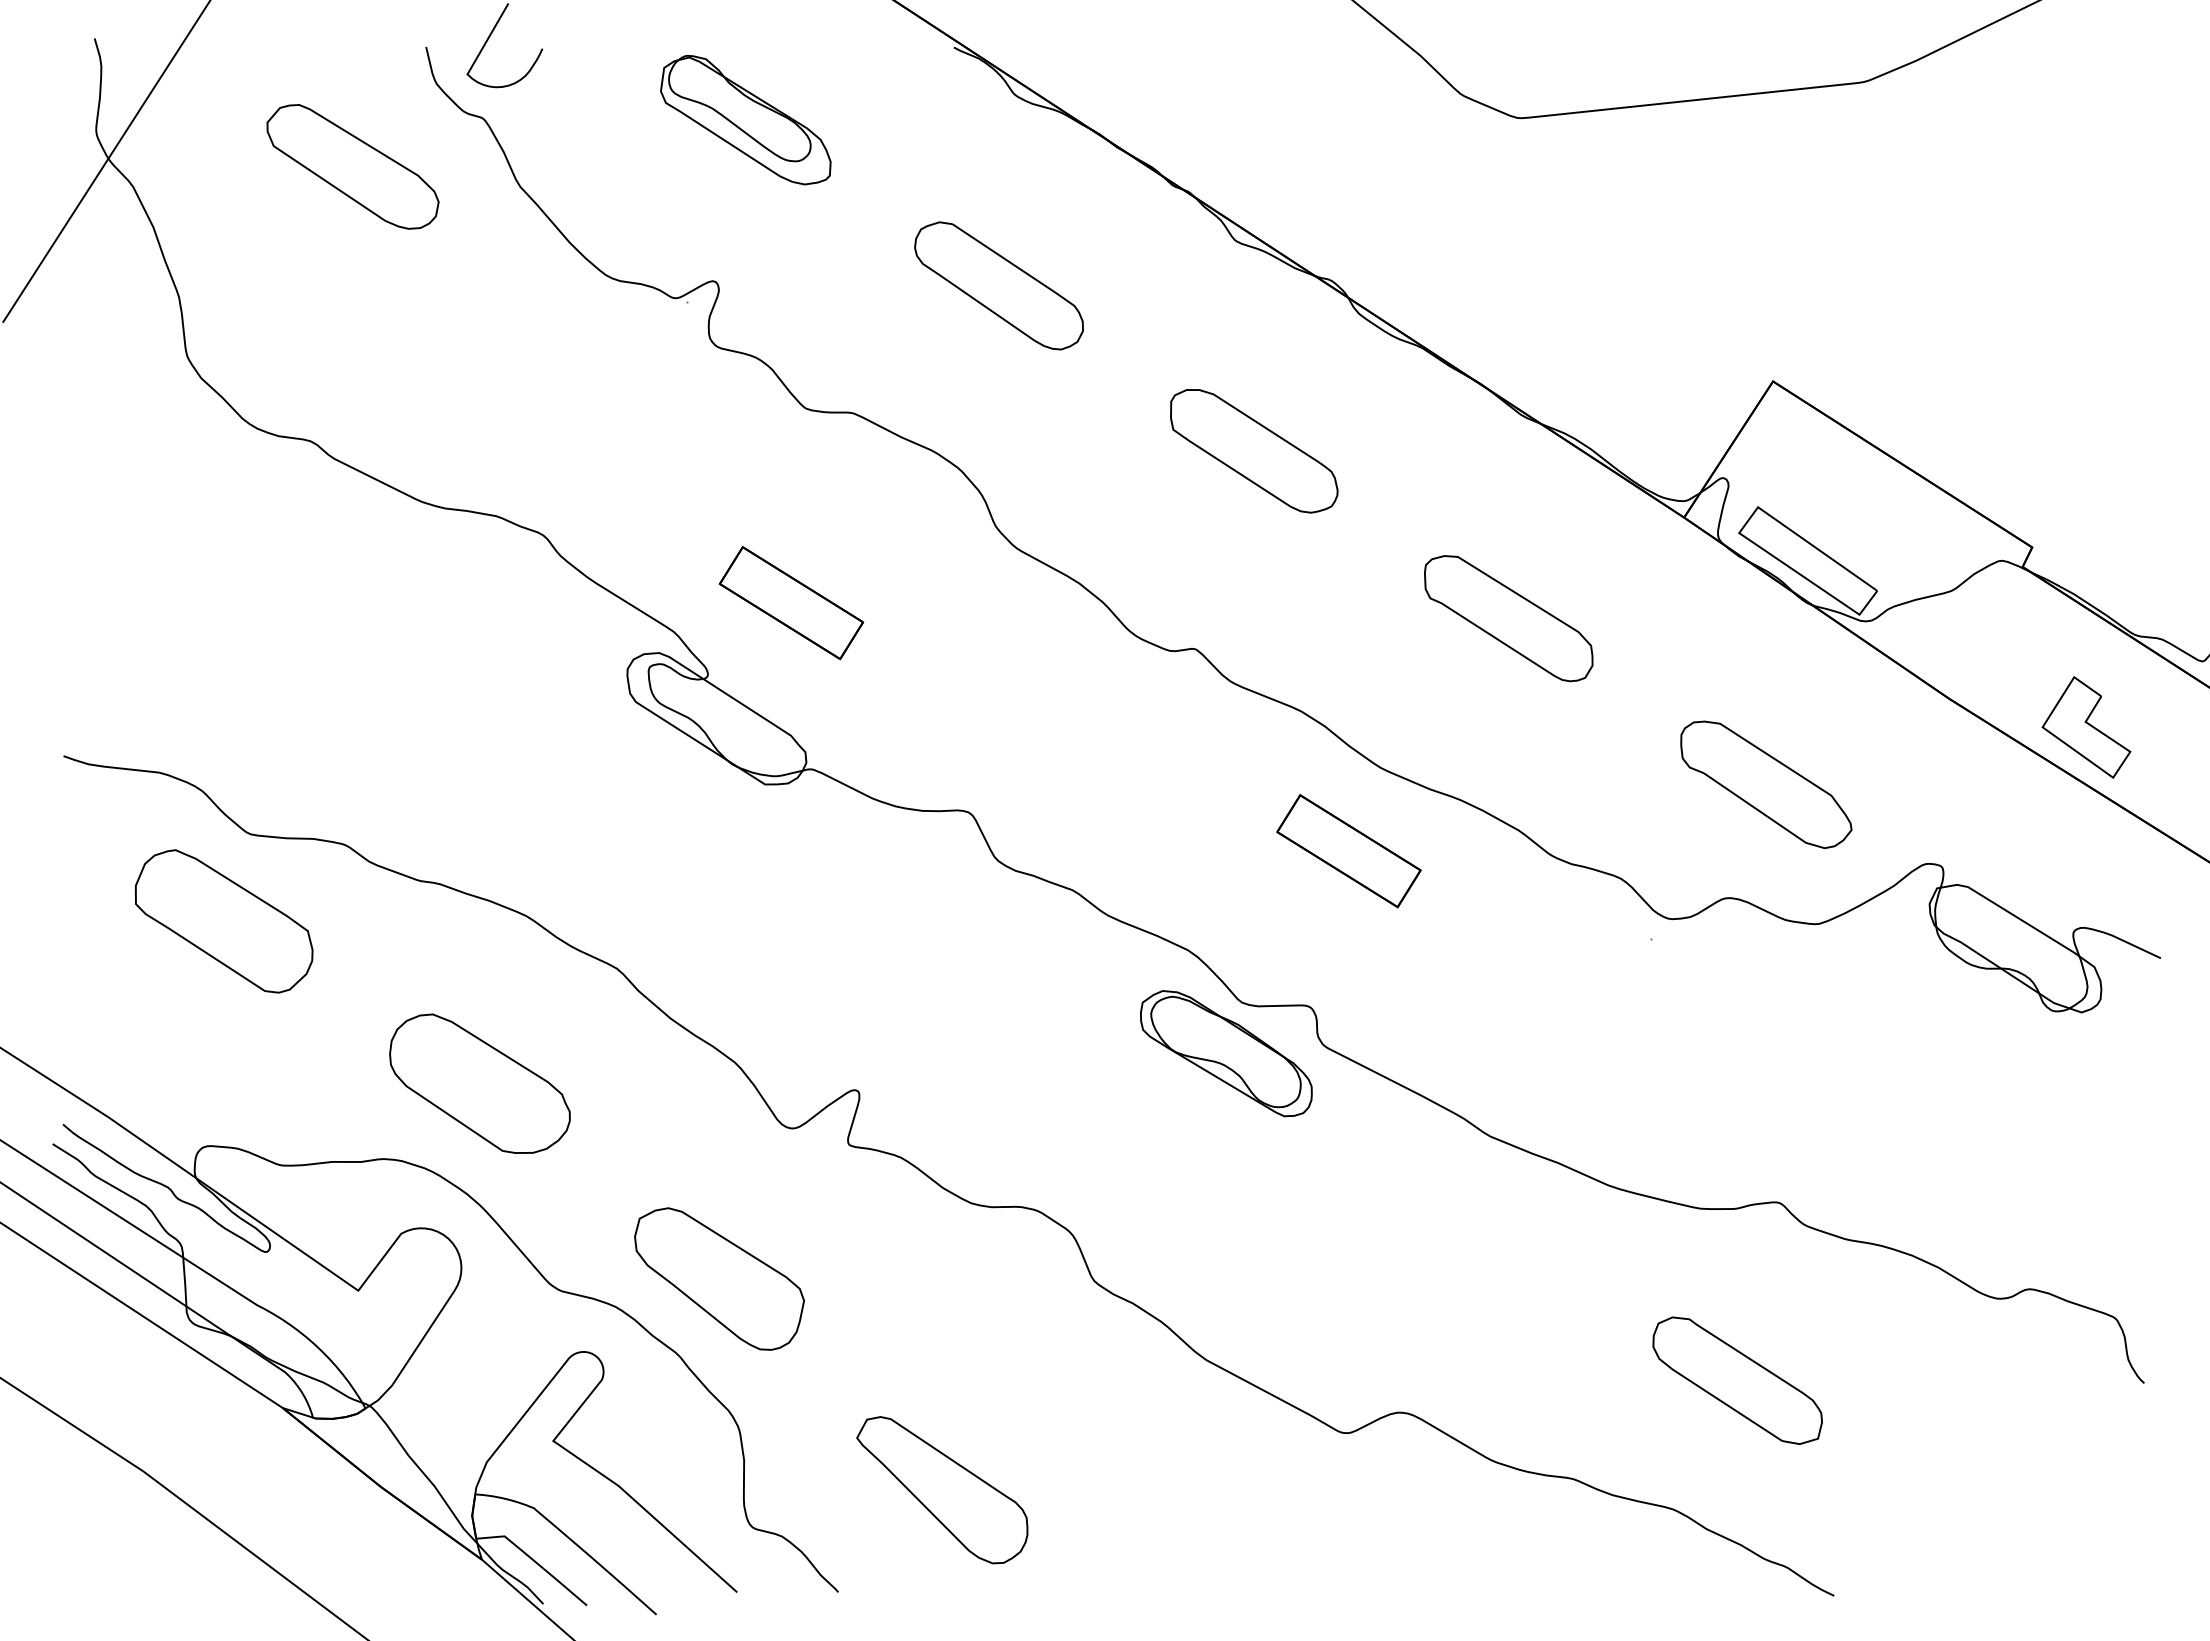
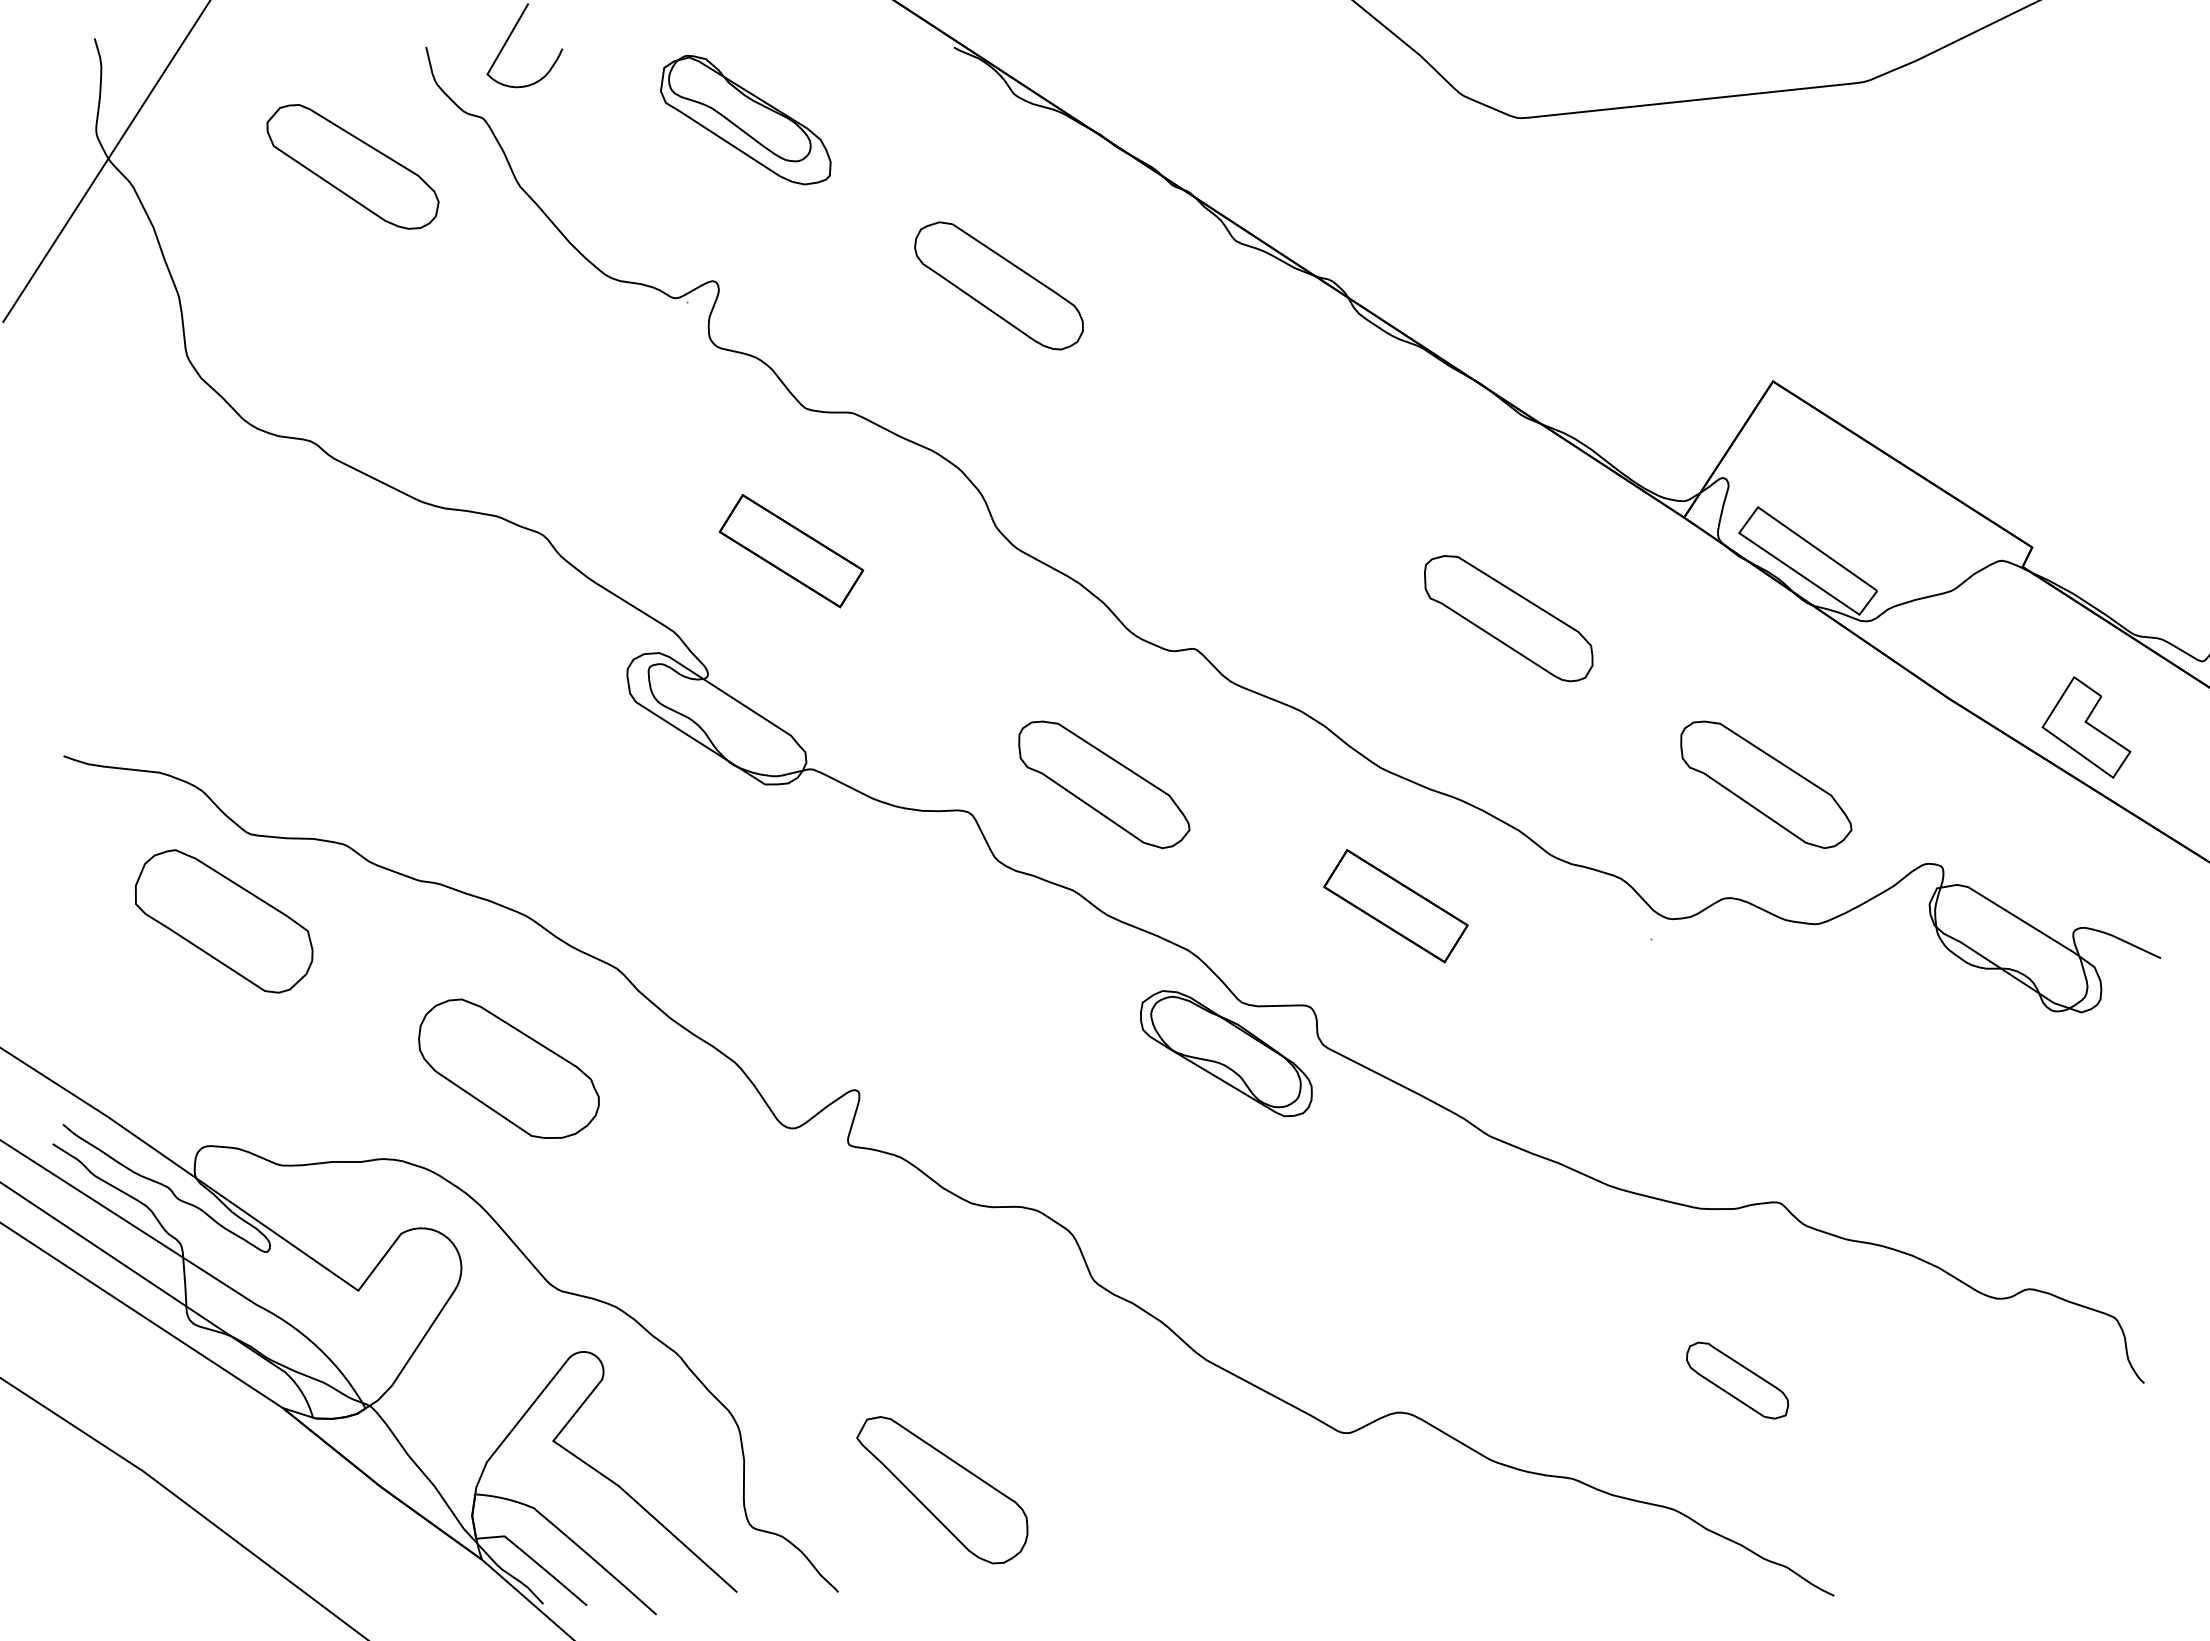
curve at (491, 35) position: (491, 35) -> (511, 35)
part at (1254, 451): present -> none
part at (791, 603) position: (791, 603) -> (791, 551)
part at (1104, 784): none -> present
part at (1348, 851) position: (1348, 851) -> (1395, 906)
part at (479, 1083) position: (479, 1083) -> (508, 1068)
part at (719, 1278): present -> none
part at (1737, 1380) size: 171x129 px -> 104x79 px
